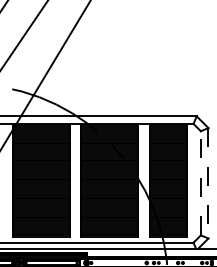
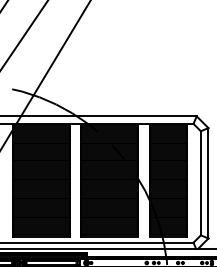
line at (200, 182): dashed -> solid
line at (208, 183): dashed -> solid
